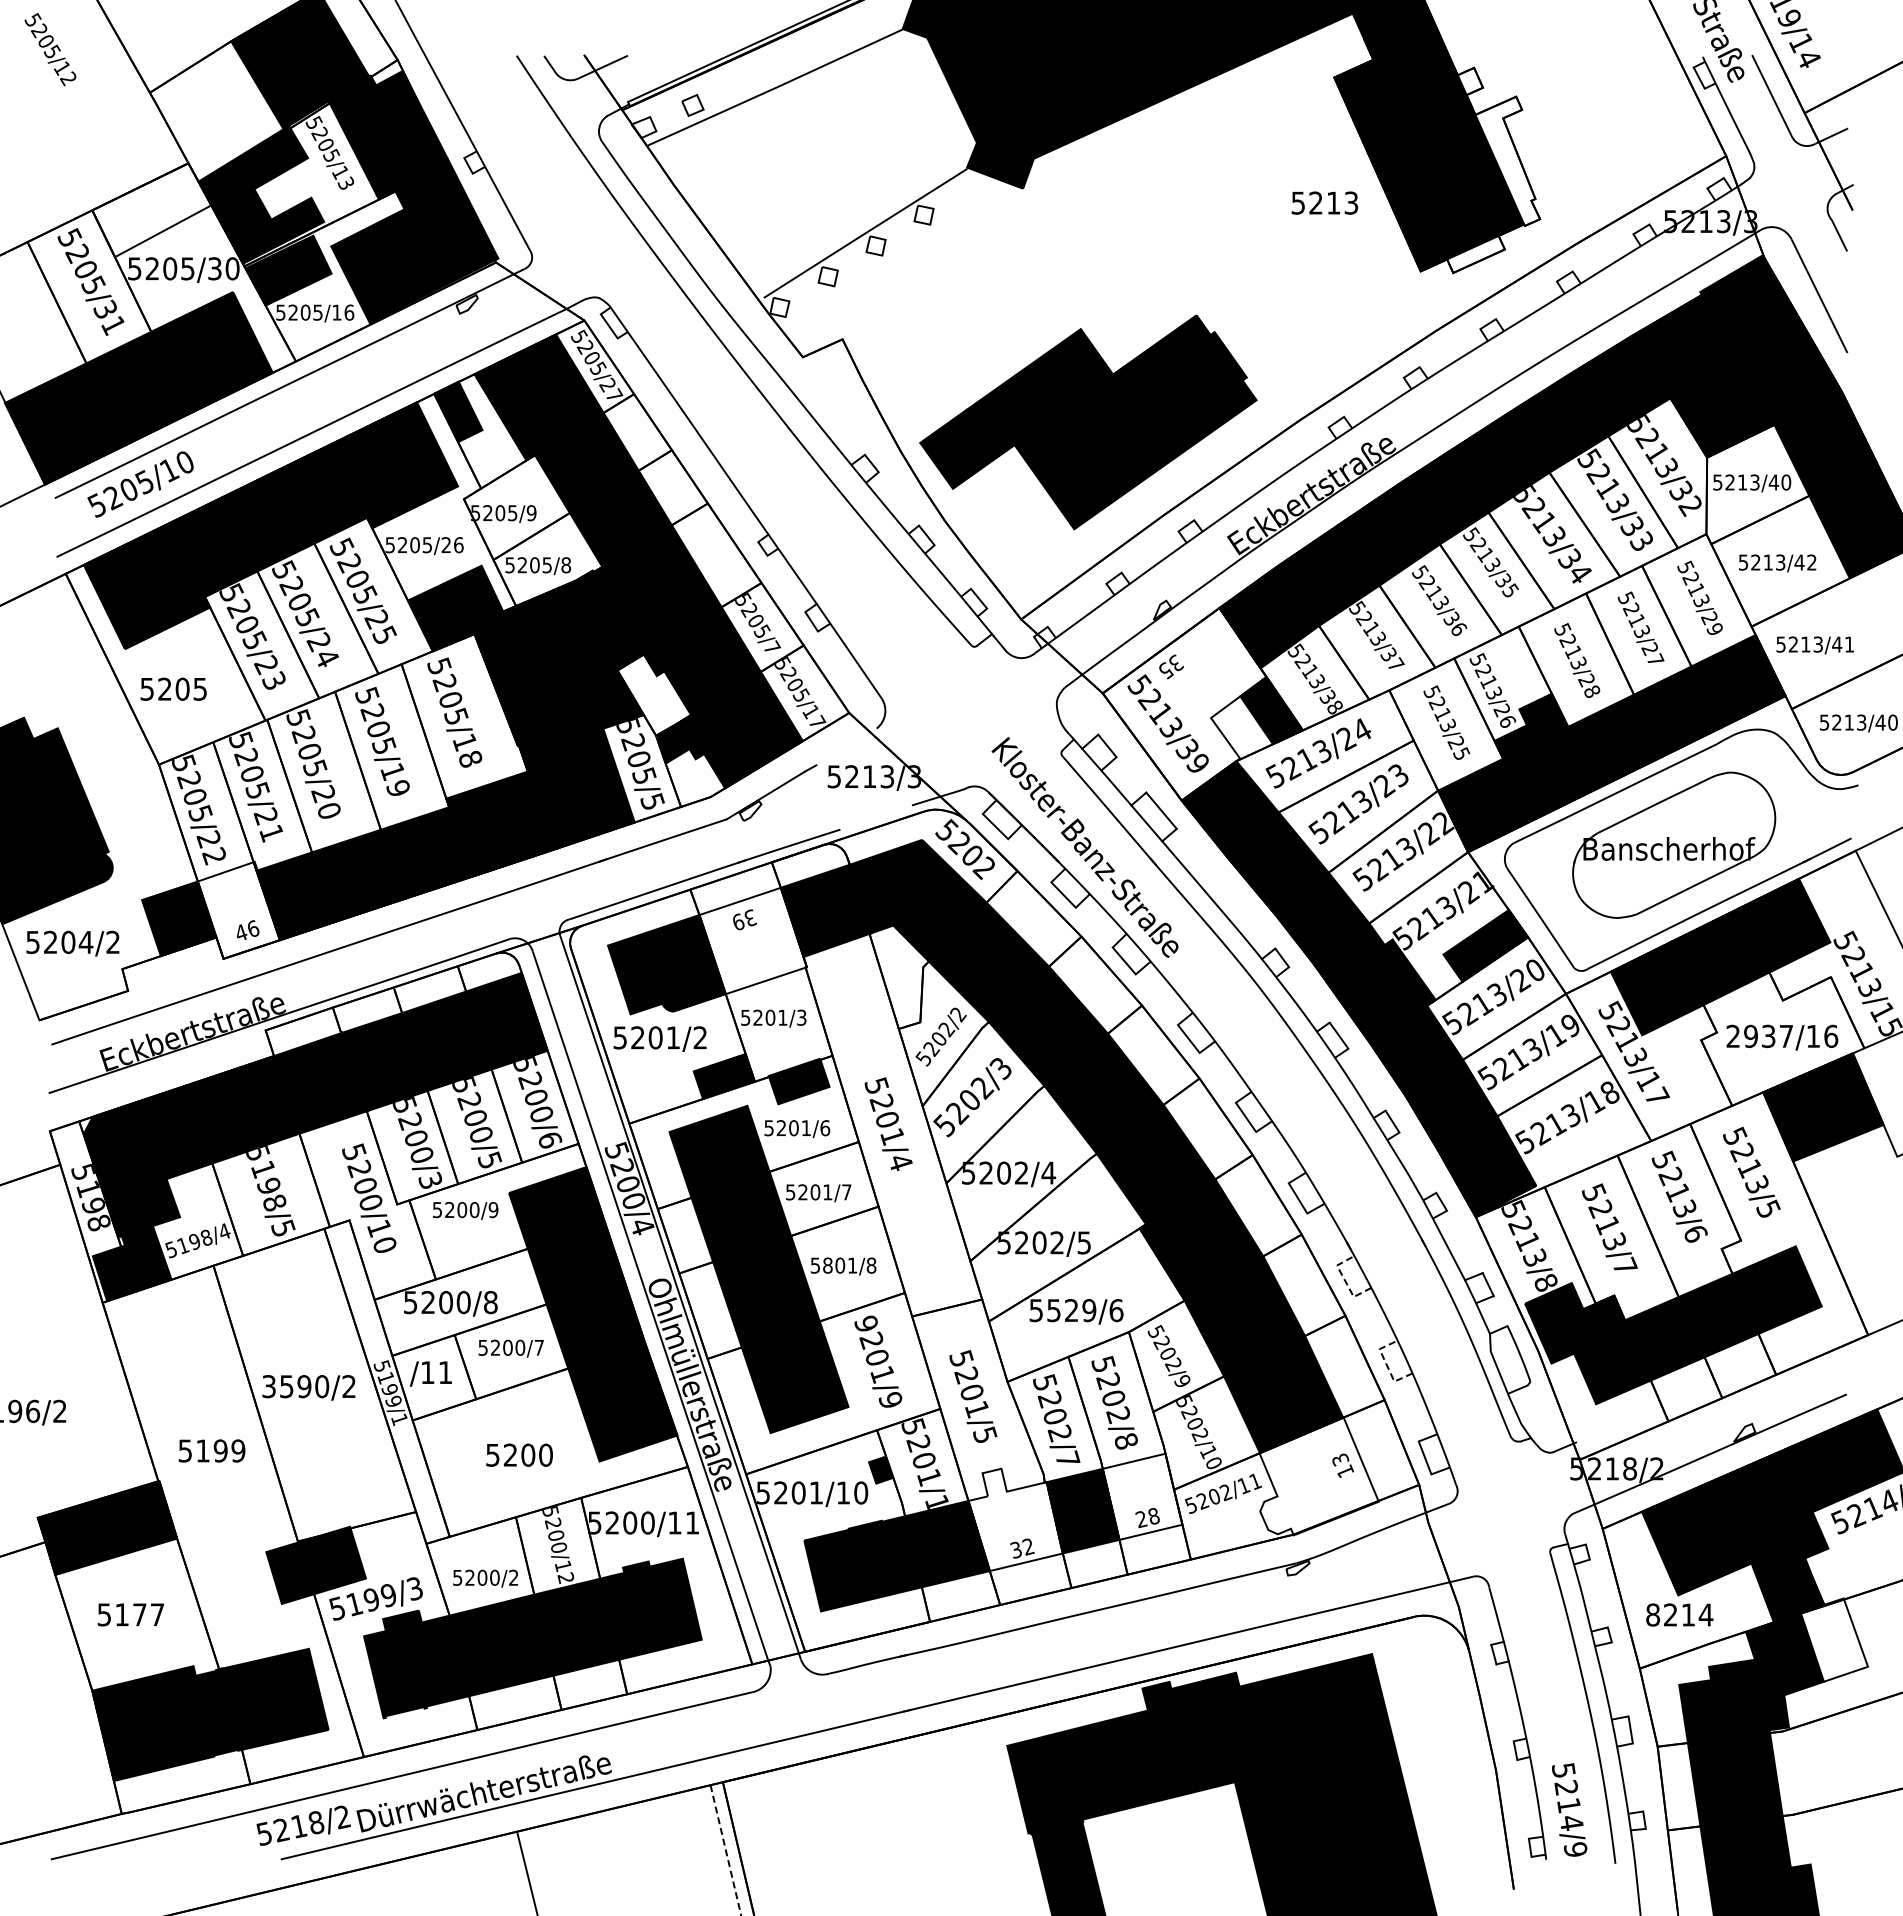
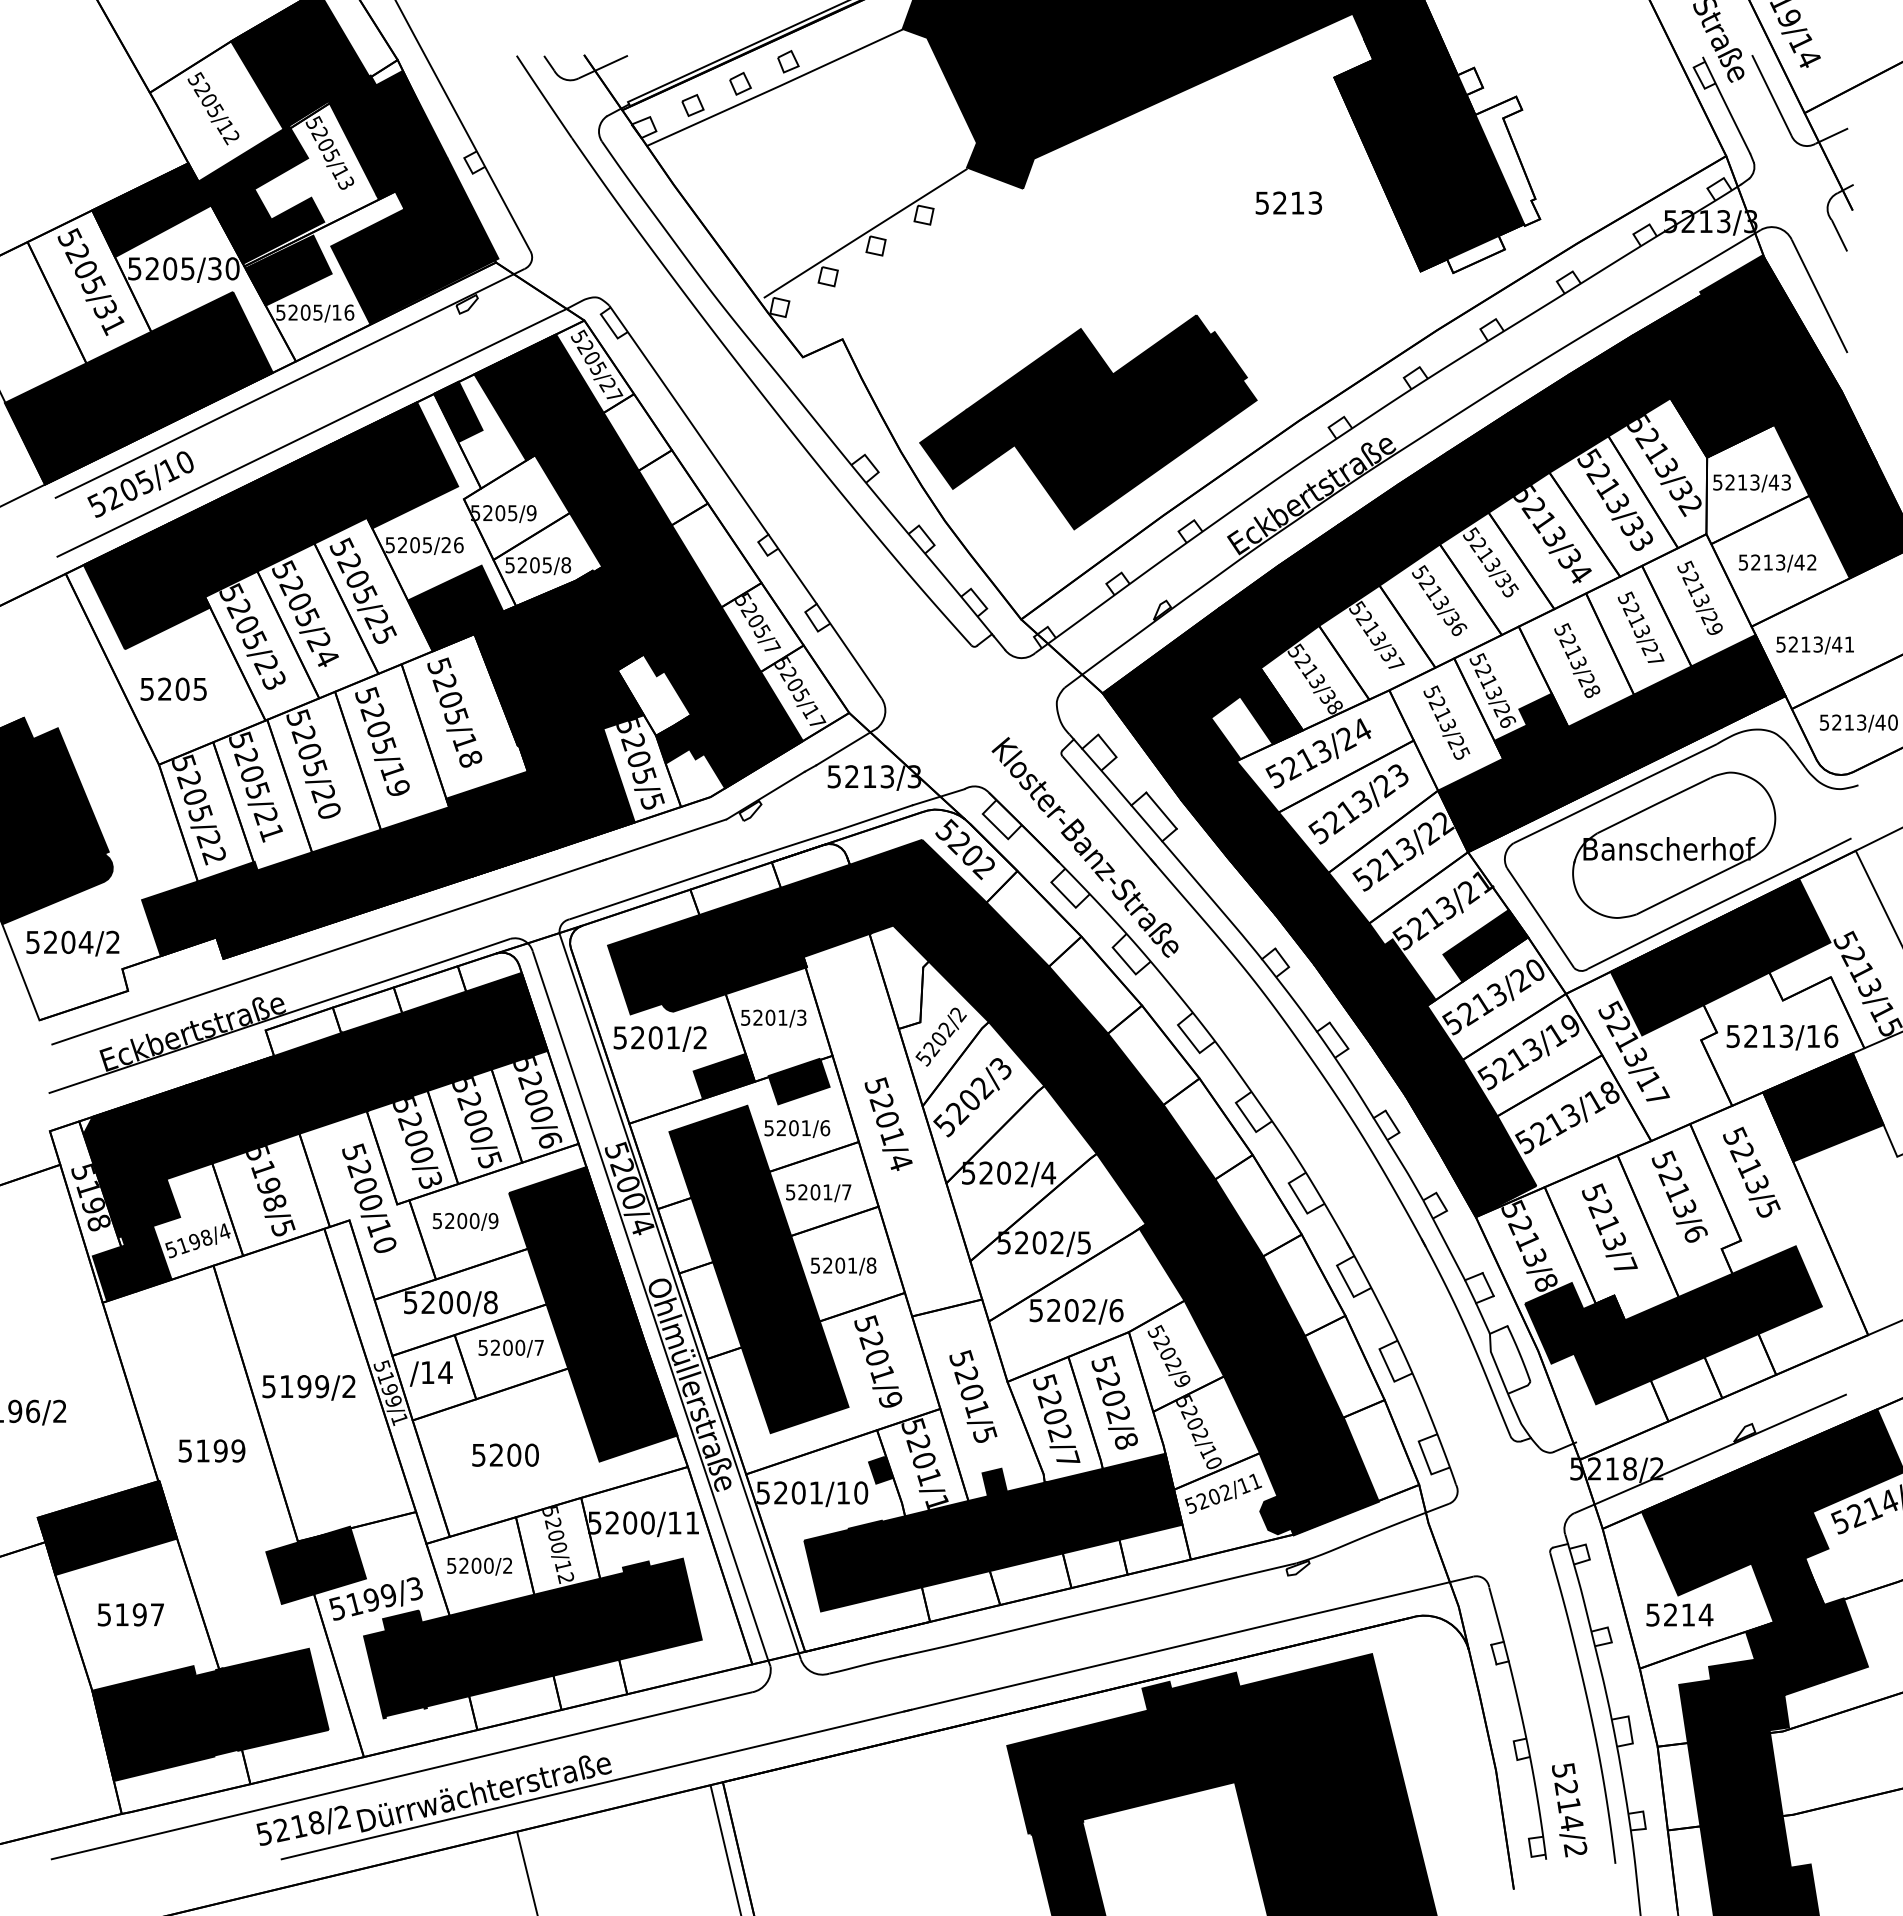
text at (50, 49) position: (50, 49) -> (213, 108)
part at (788, 61): none -> present
part at (740, 83): none -> present
text at (1324, 202) position: (1324, 202) -> (1288, 202)
fill at (151, 210): none -> present
text at (1786, 482): 5213/40 -> 5213/43
fill at (1184, 704): none -> present
line at (846, 746): none -> present
line at (876, 817): none -> present
fill at (238, 910): none -> present
fill at (752, 940): none -> present
text at (1759, 1036): 2937/16 -> 5213/16
text at (465, 1210) position: (465, 1210) -> (465, 1221)
text at (827, 1265): 5801/8 -> 5201/8
line at (1345, 1281): dashed -> solid
text at (1071, 1310): 5529/6 -> 5202/6
text at (866, 1323): 9201/9 -> 5201/9
line at (1386, 1365): dashed -> solid
text at (445, 1372): /11 -> /14
text at (296, 1386): 3590/2 -> 5199/2
text at (519, 1454) position: (519, 1454) -> (505, 1454)
fill at (1318, 1476): none -> present
fill at (1142, 1496): none -> present
fill at (1015, 1519): none -> present
text at (485, 1578) position: (485, 1578) -> (479, 1566)
text at (139, 1614): 5177 -> 5197
text at (1652, 1614): 8214 -> 5214
fill at (1834, 1639): none -> present
text at (1575, 1849): 5214/9 -> 5214/2
line at (725, 1850): dashed -> solid
